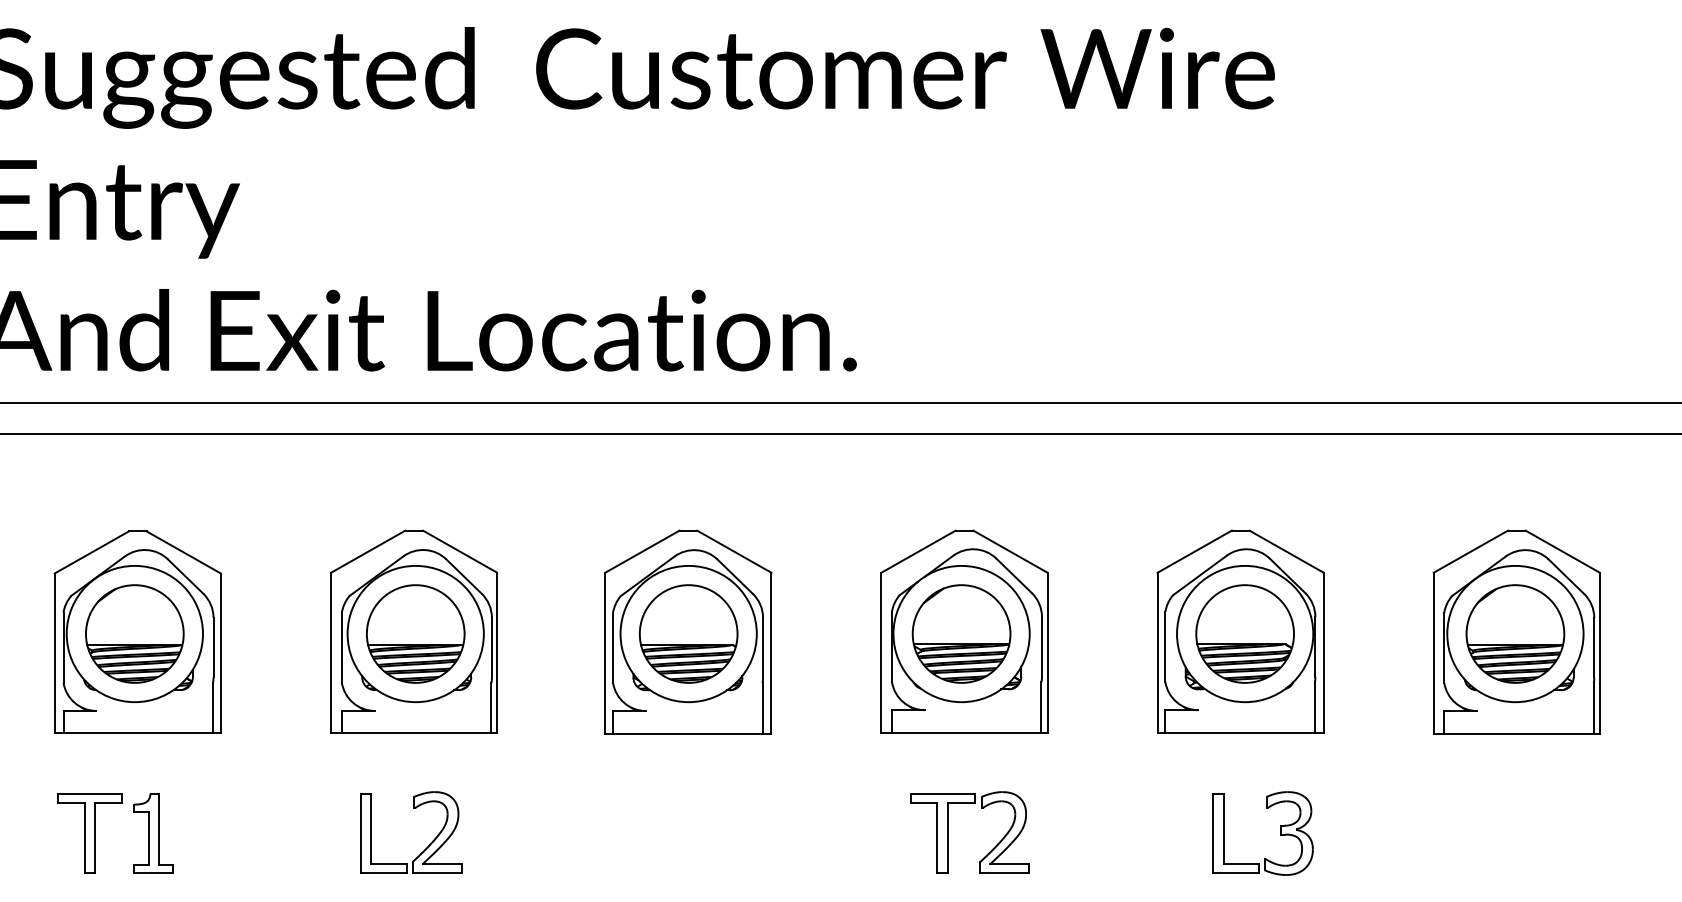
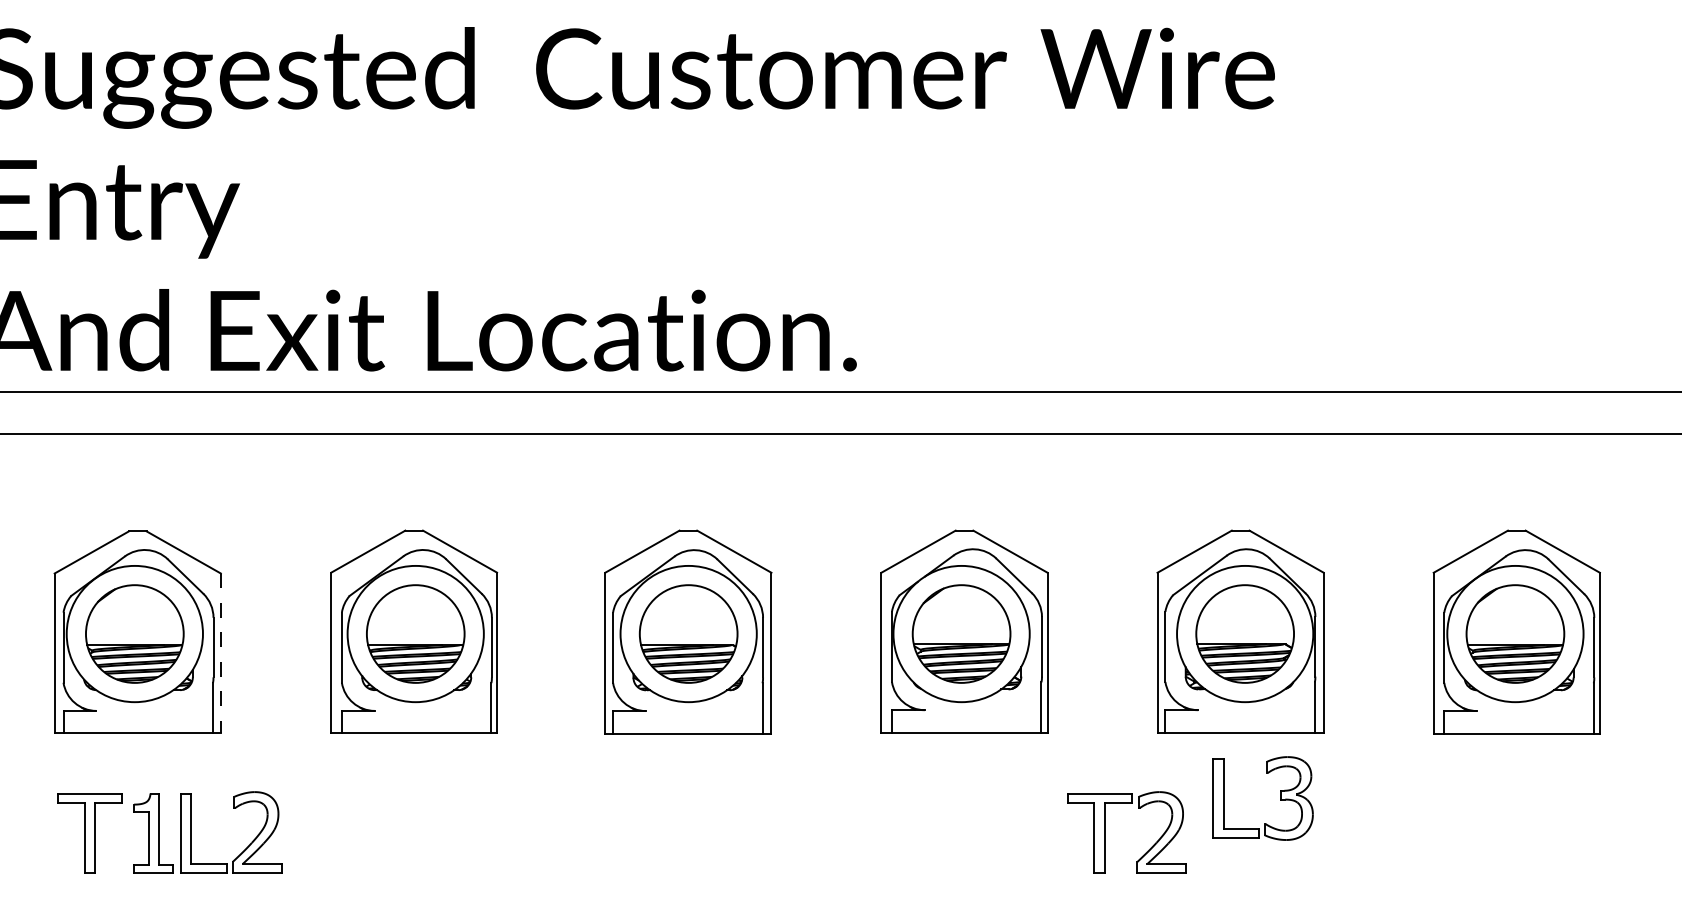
line at (840, 402) position: (840, 402) -> (840, 391)
line at (220, 653): solid -> dashed
part at (948, 832) position: (948, 832) -> (1105, 832)
part at (1280, 833) position: (1280, 833) -> (1280, 798)
part at (426, 847) position: (426, 847) -> (246, 847)
